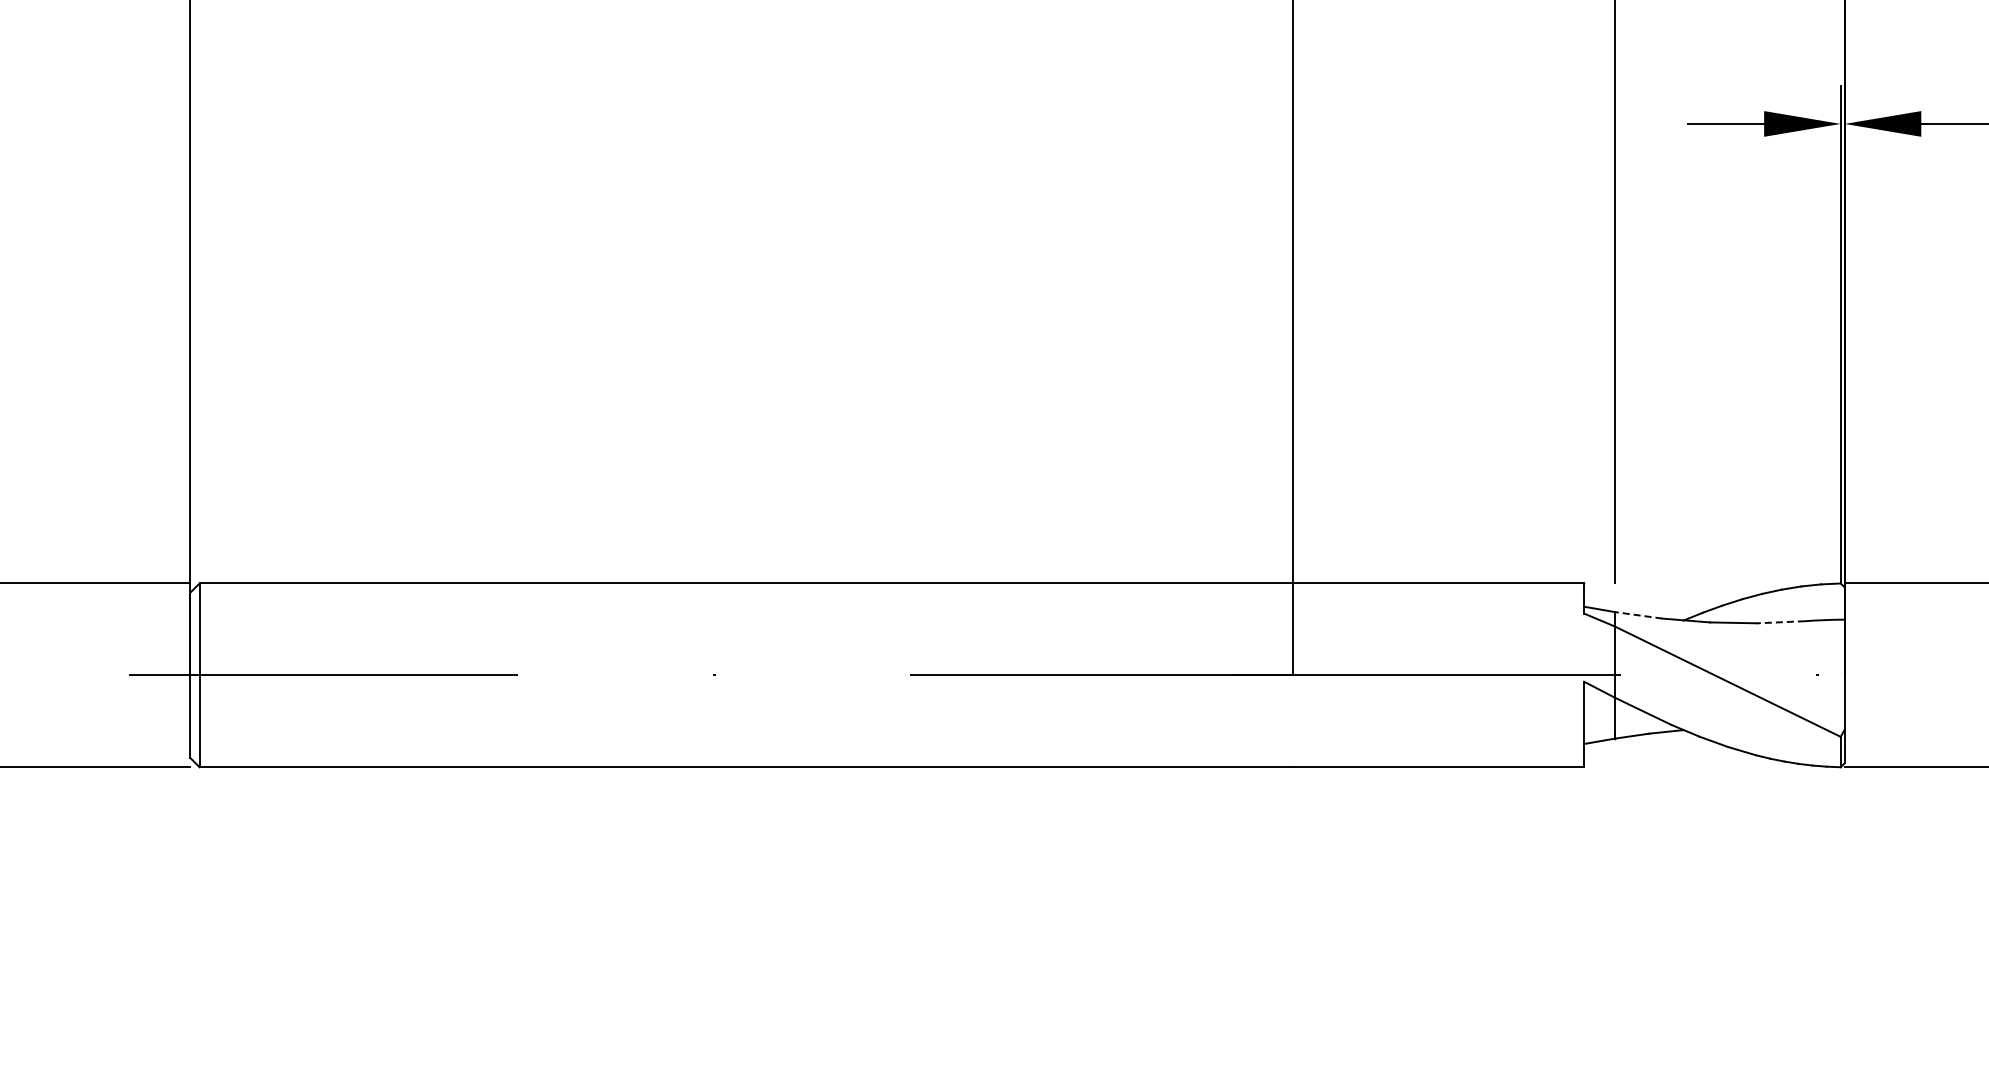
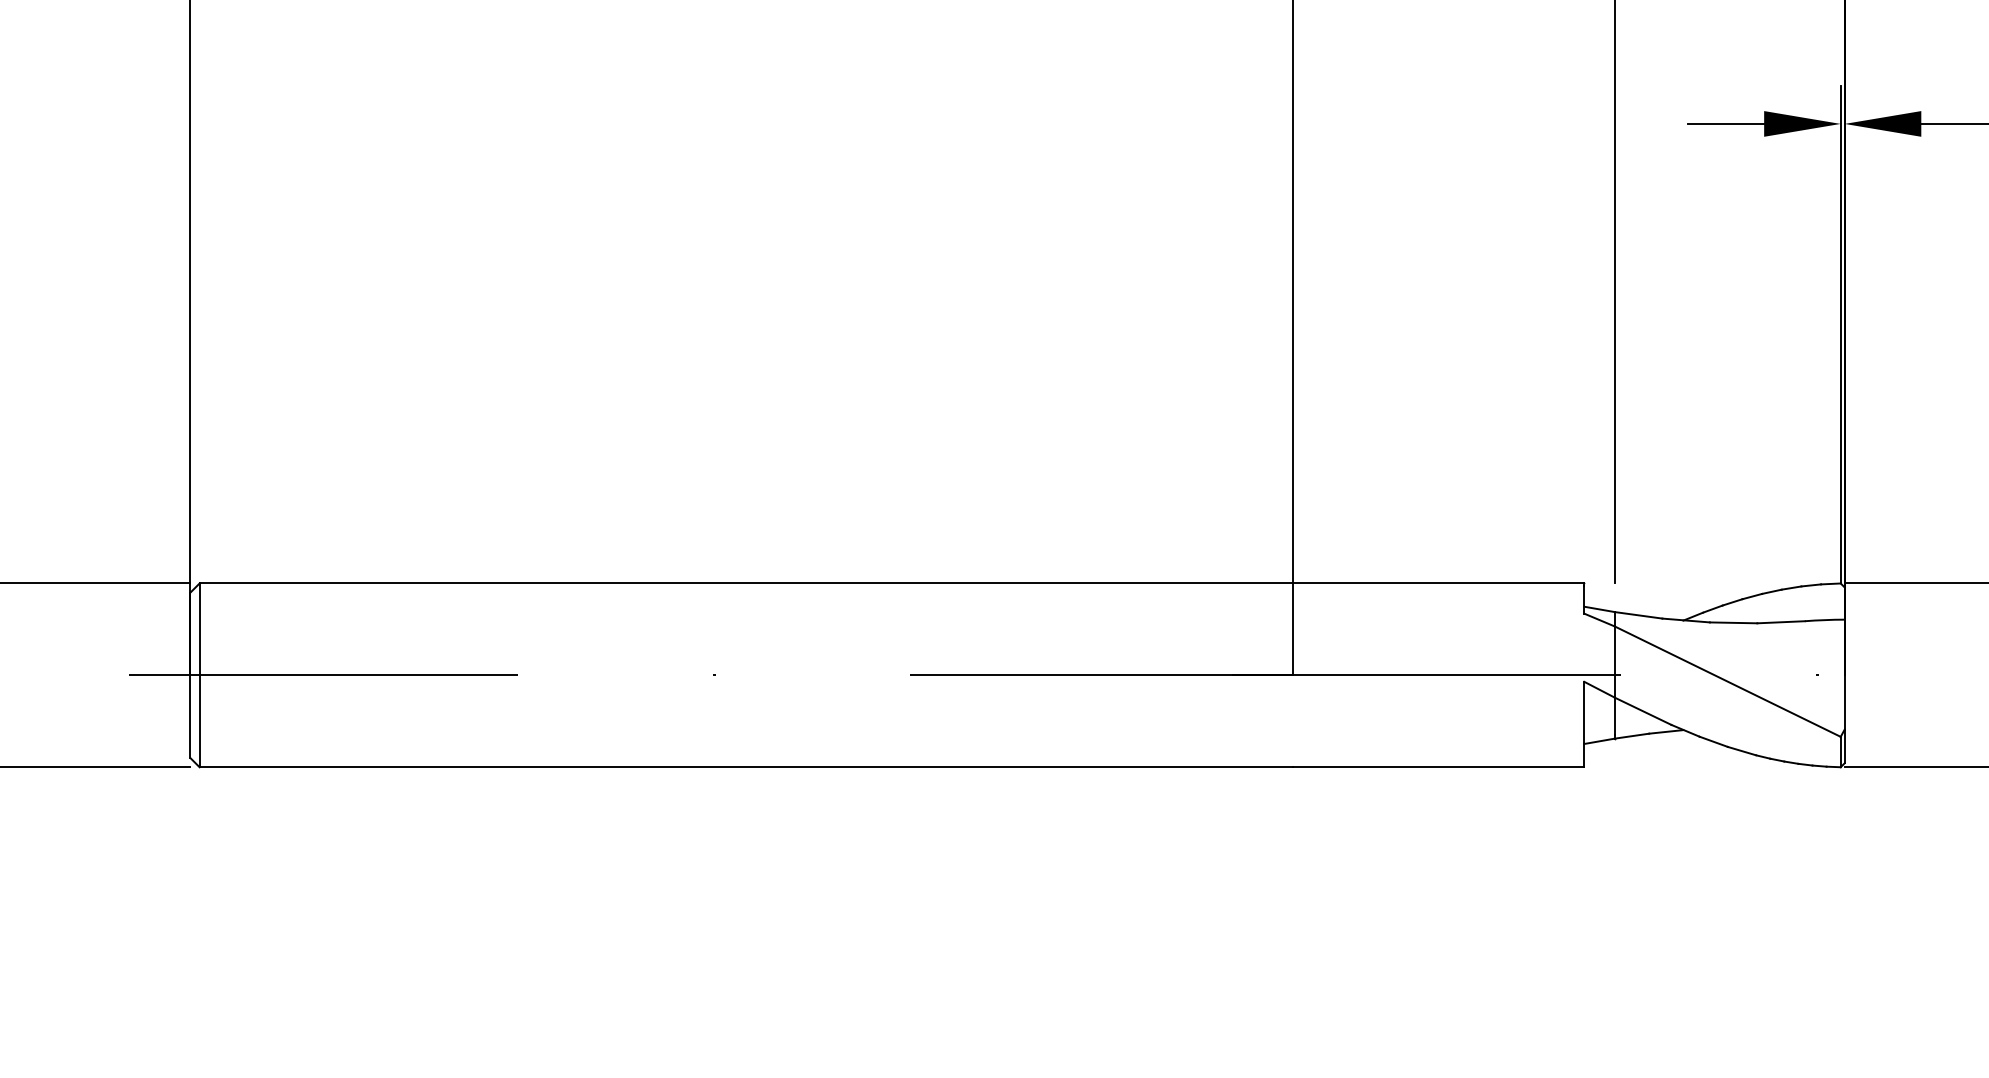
line at (1638, 615): dashed -> solid
line at (1781, 622): dashed -> solid
